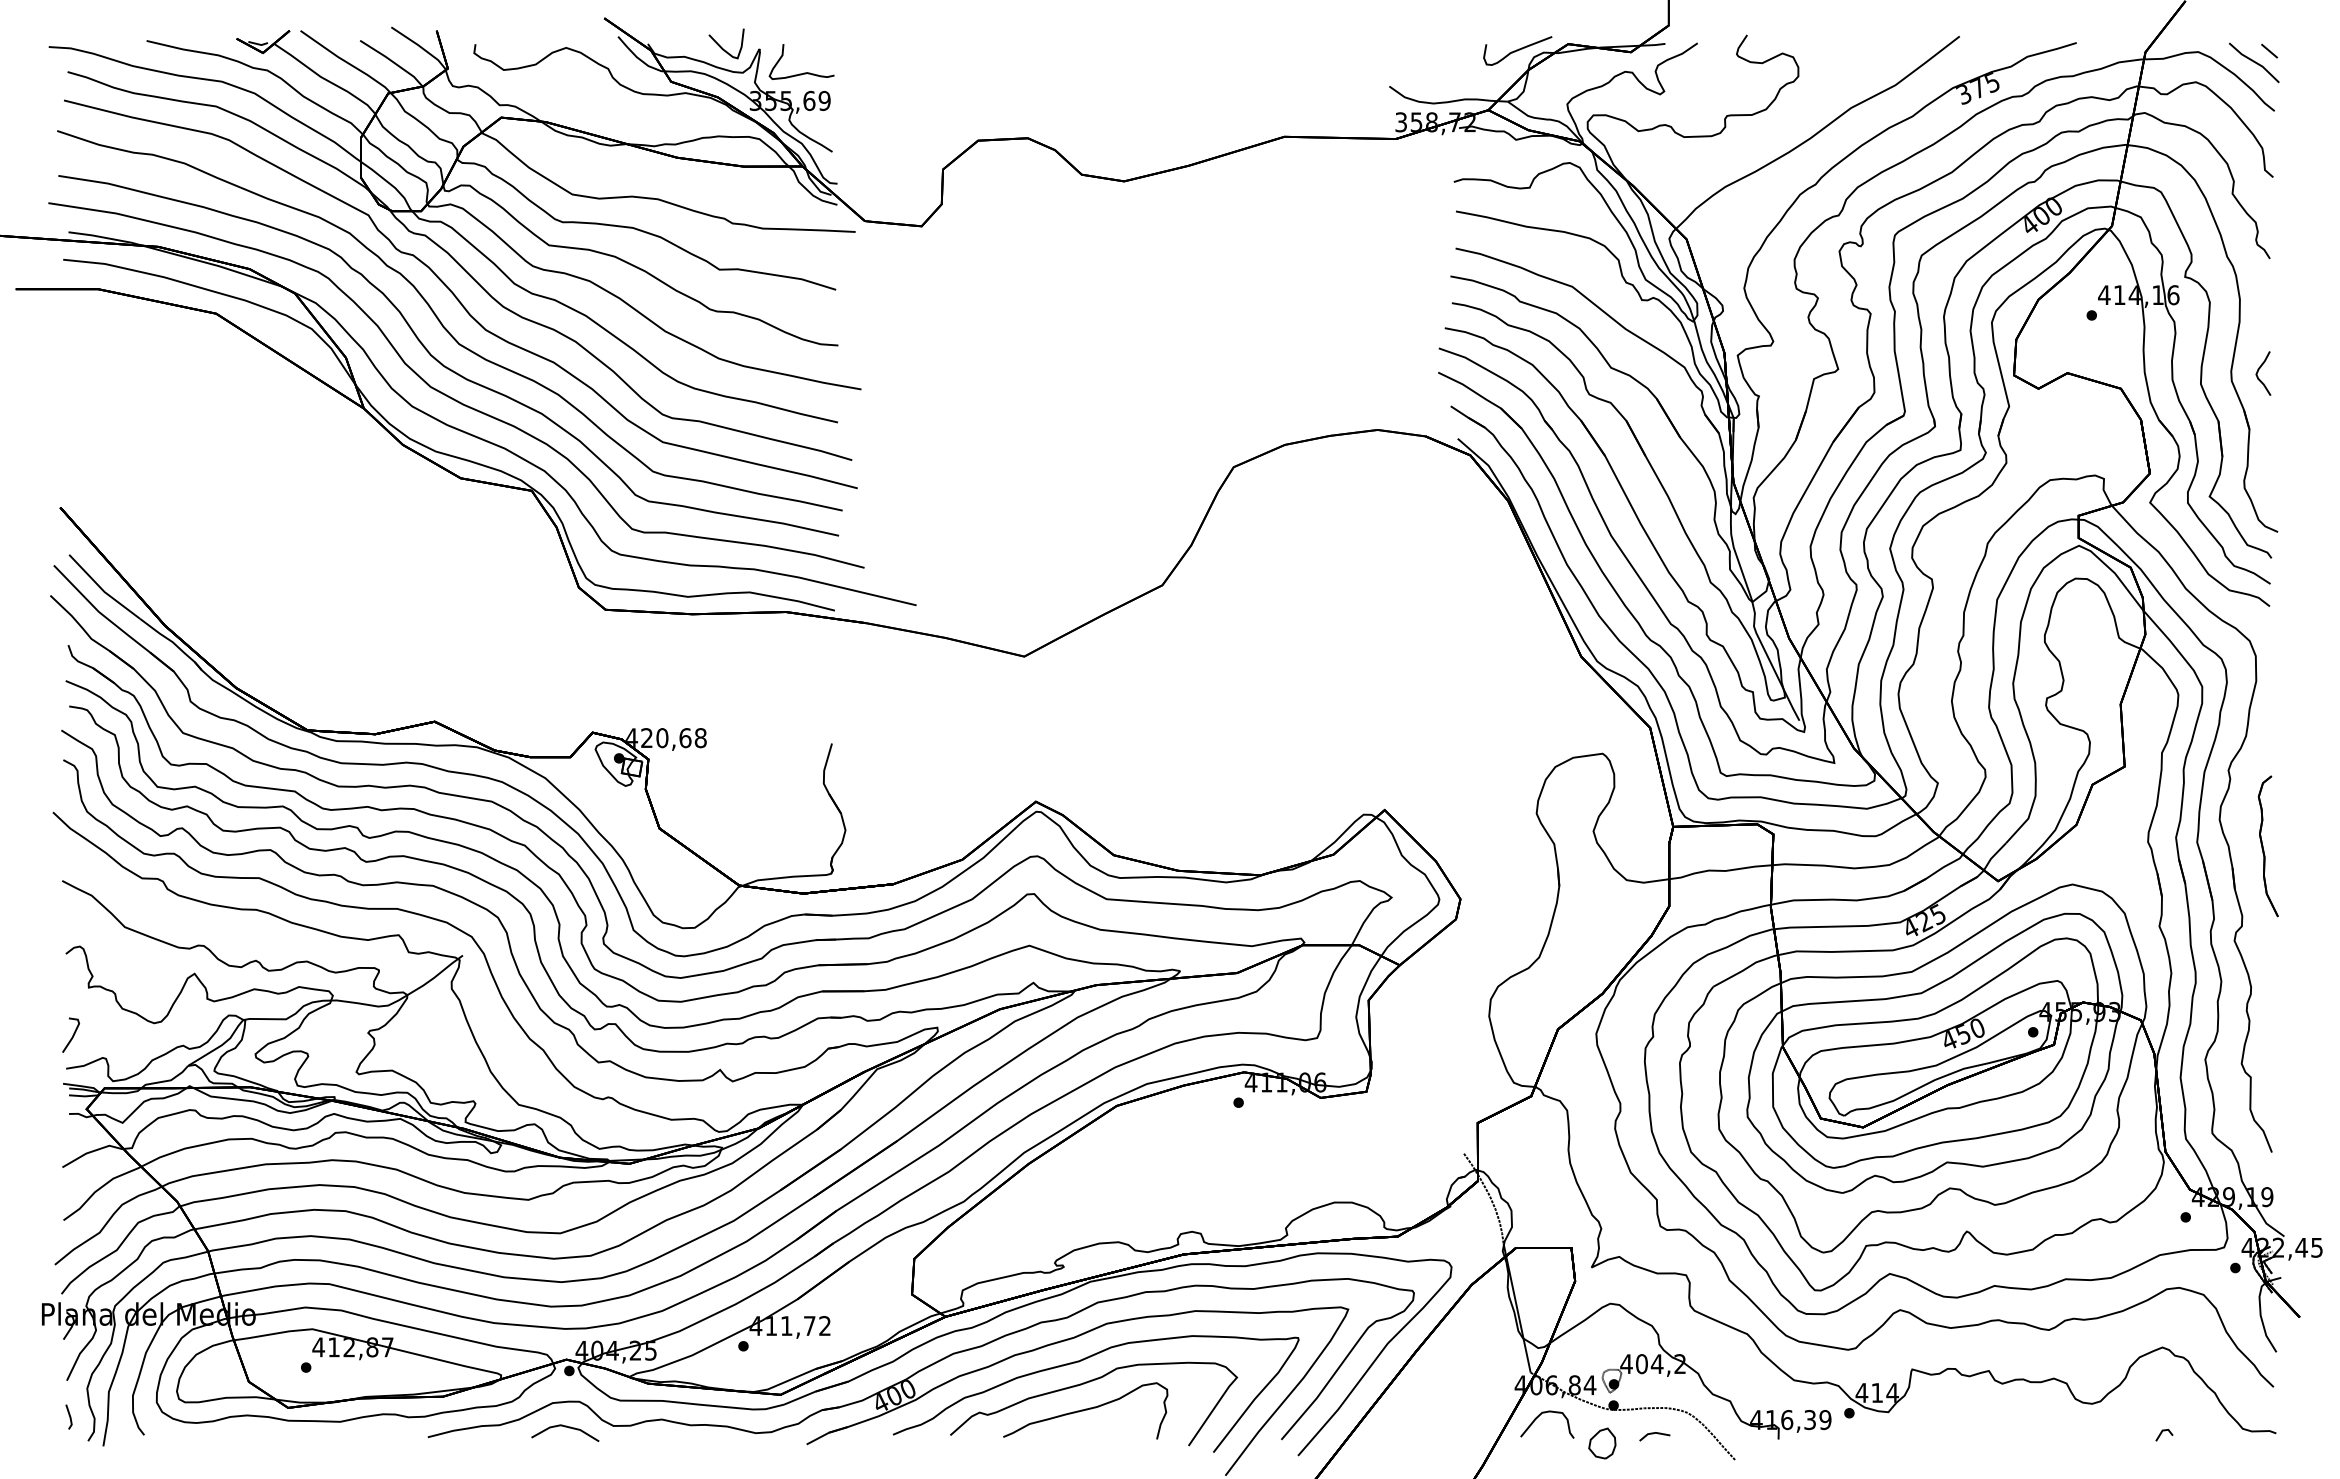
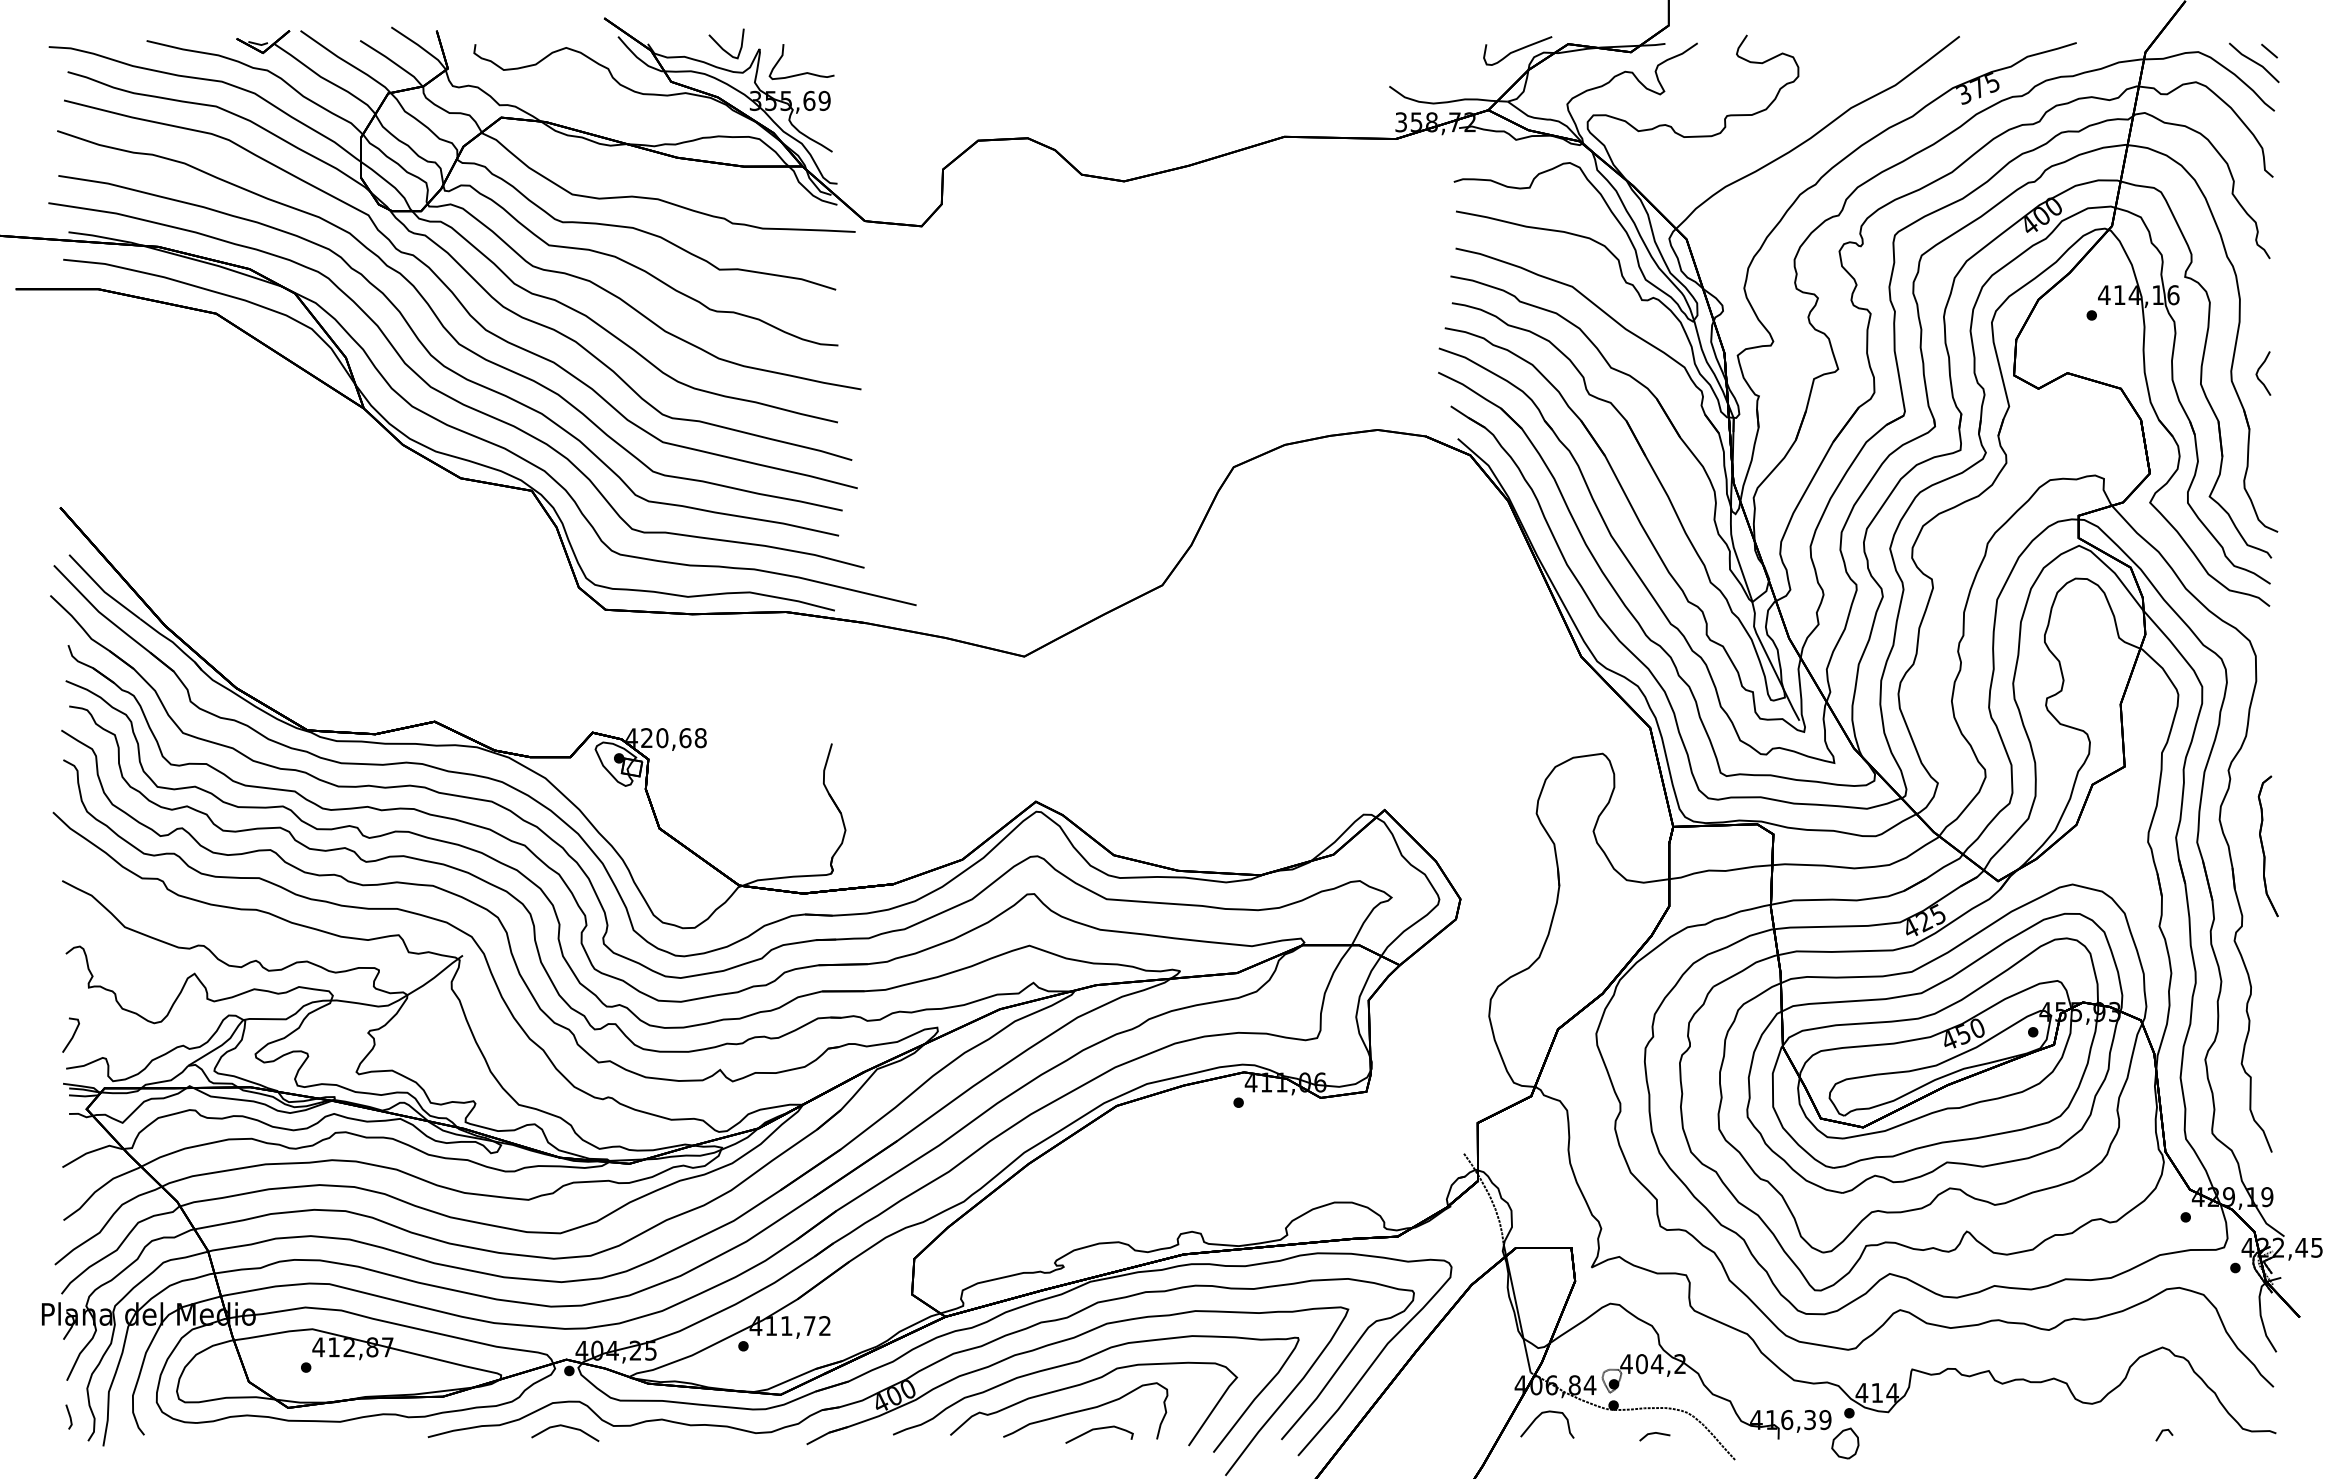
part at (1099, 1434): none -> present
part at (1602, 1443) position: (1602, 1443) -> (1845, 1443)
